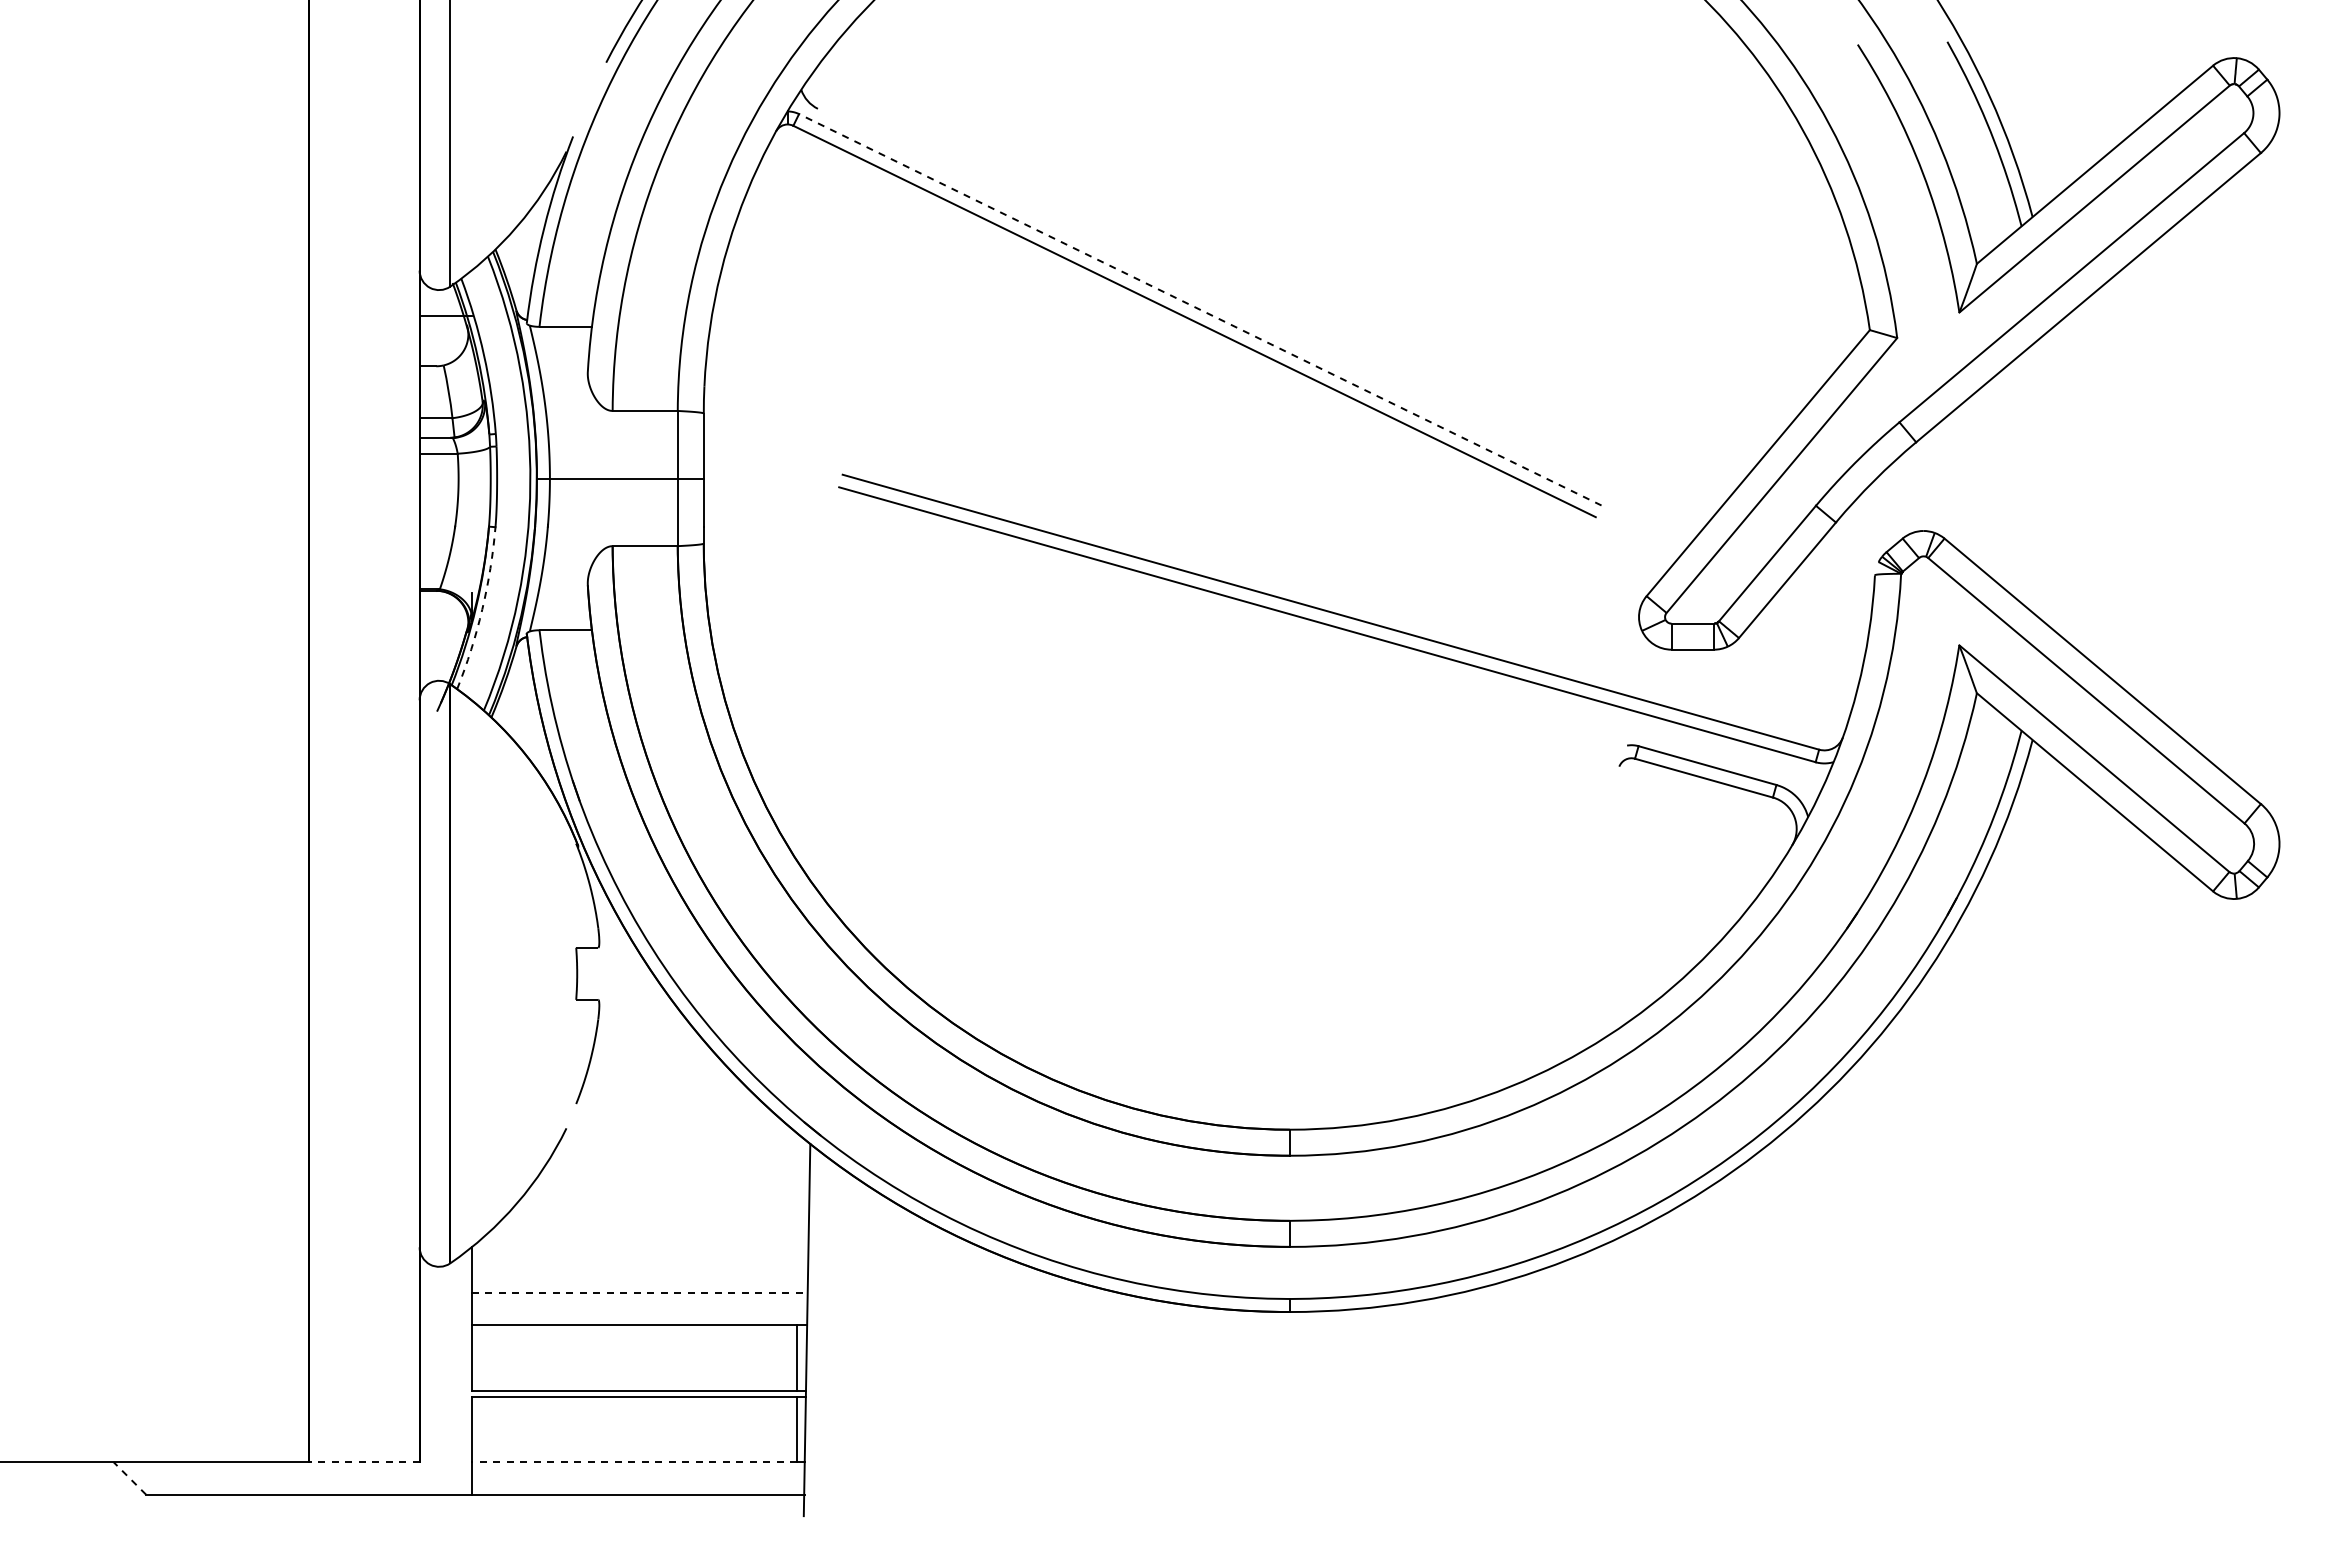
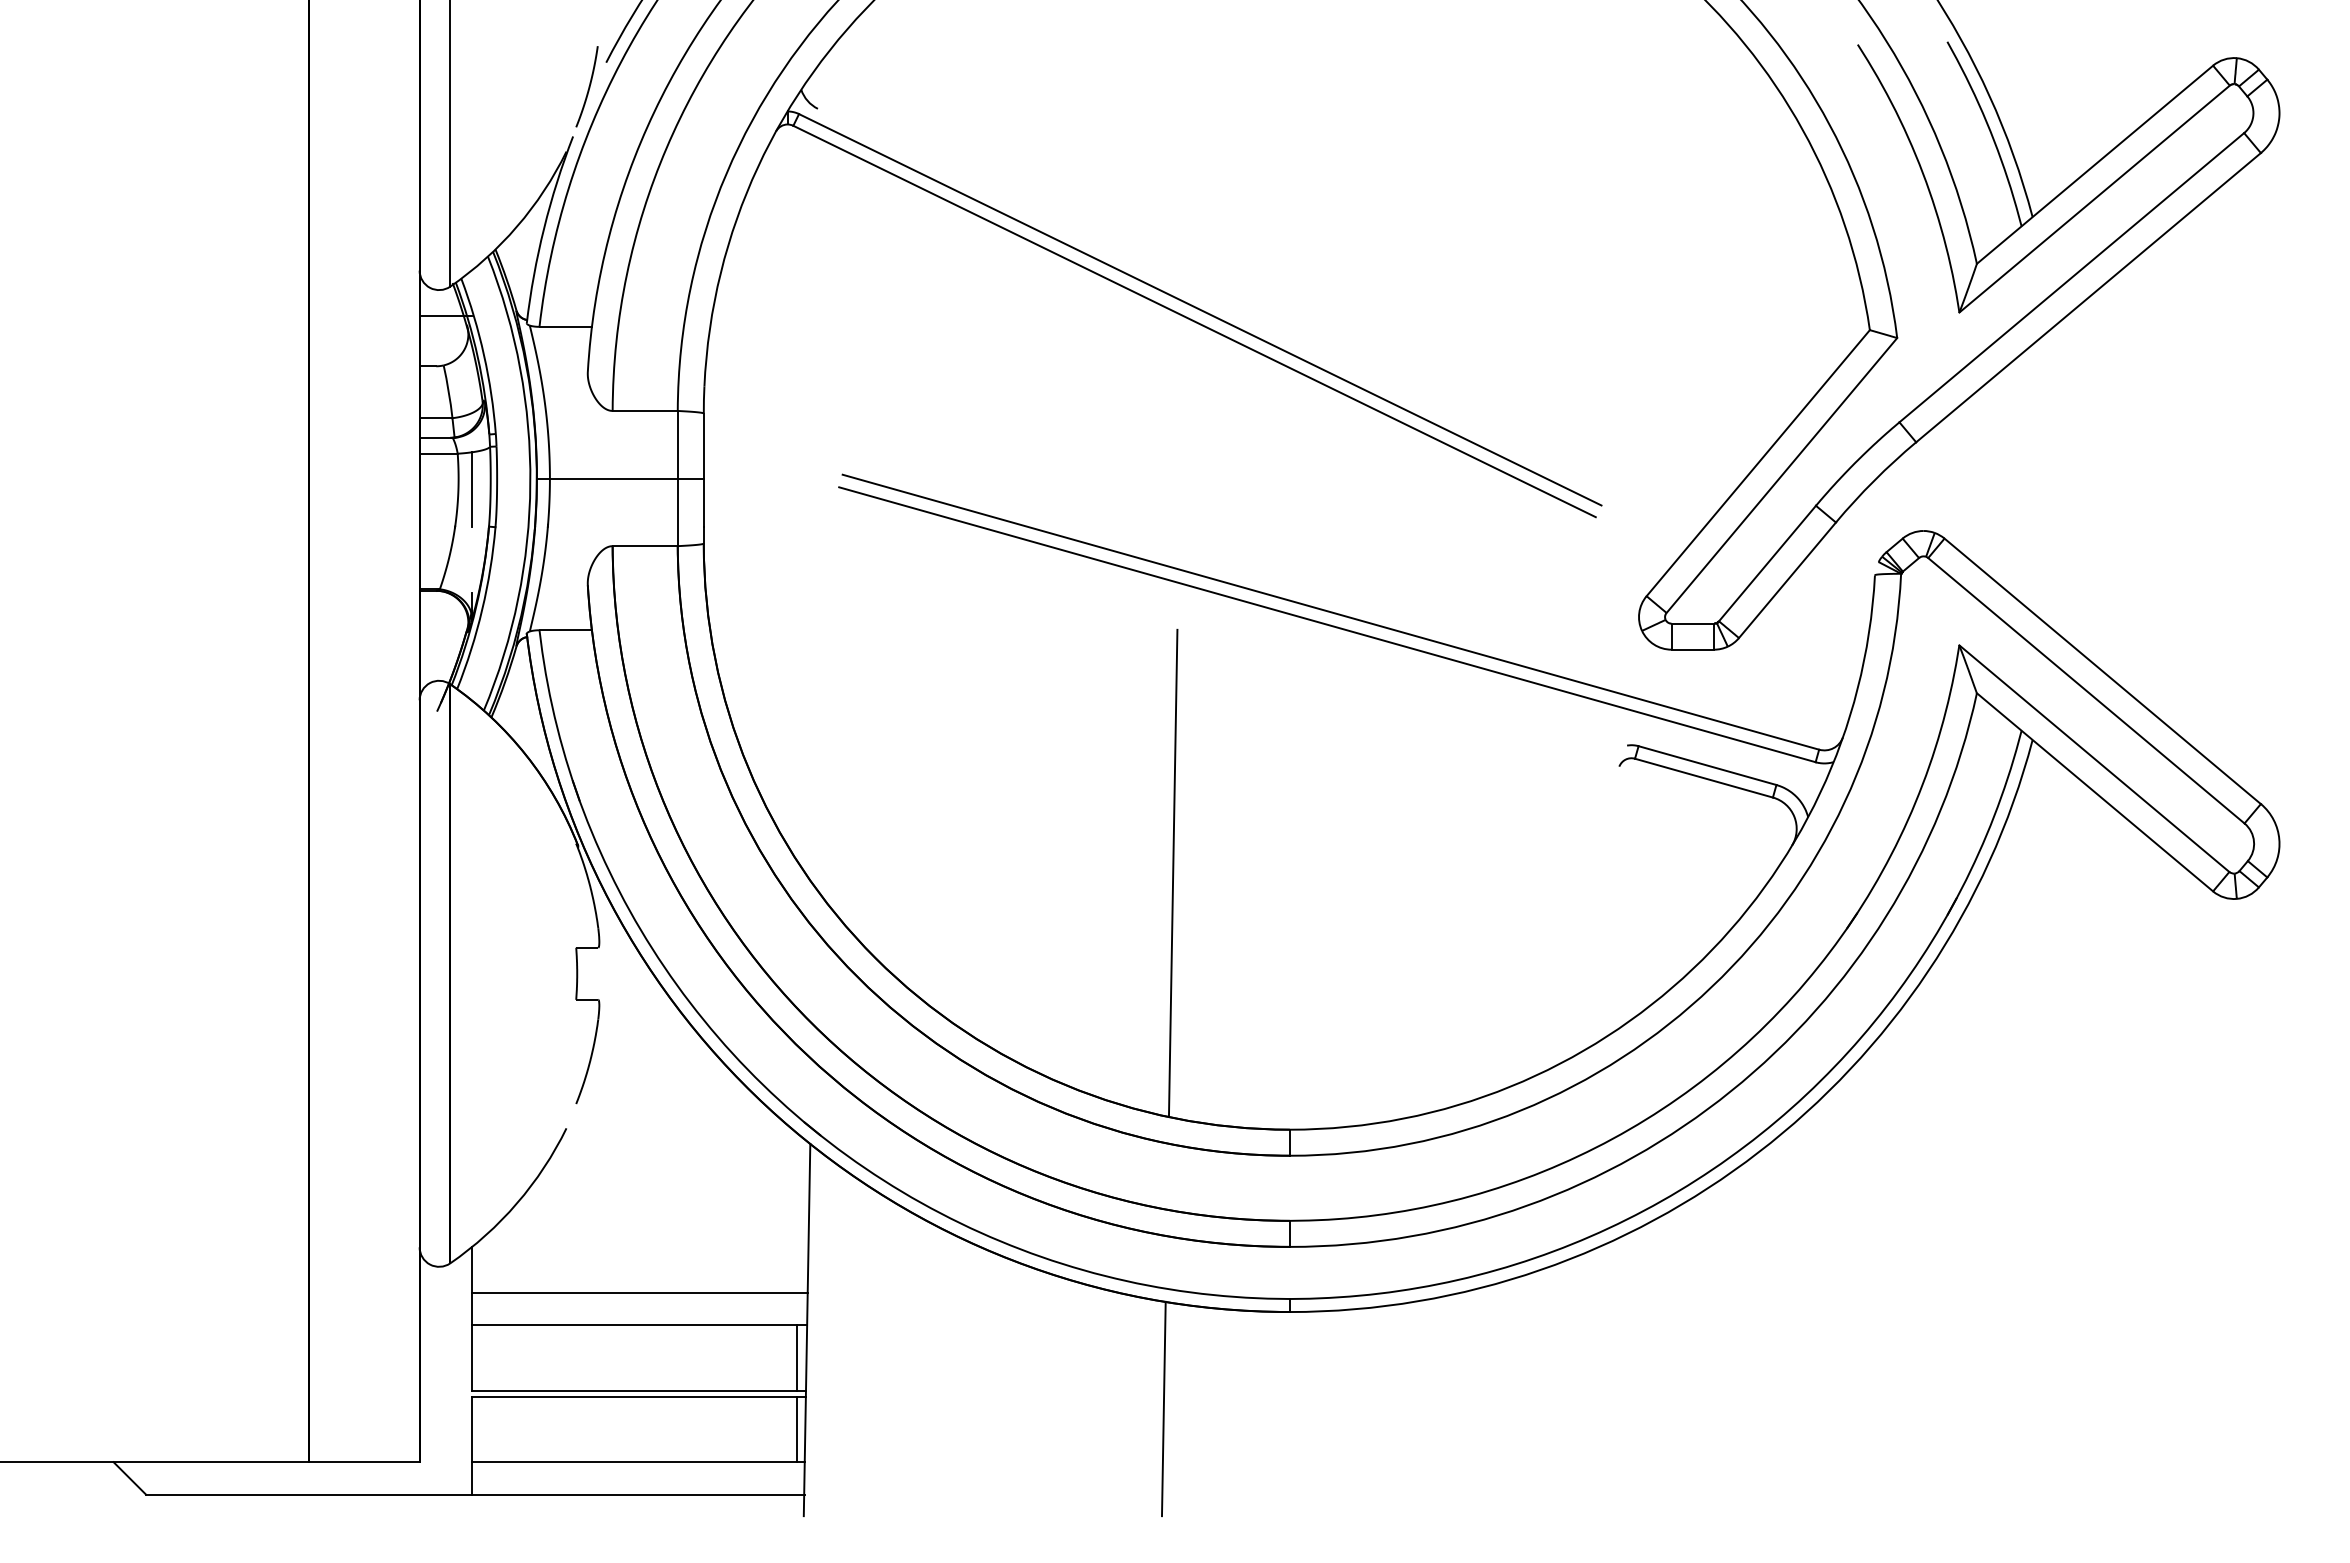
curve at (588, 86): none -> present
line at (1199, 309): dashed -> solid
line at (471, 489): none -> present
arc at (482, 609): dashed -> solid
line at (1172, 873): none -> present
line at (640, 1292): dashed -> solid
line at (1163, 1408): none -> present
line at (363, 1462): dashed -> solid
line at (634, 1462): dashed -> solid
line at (129, 1478): dashed -> solid
